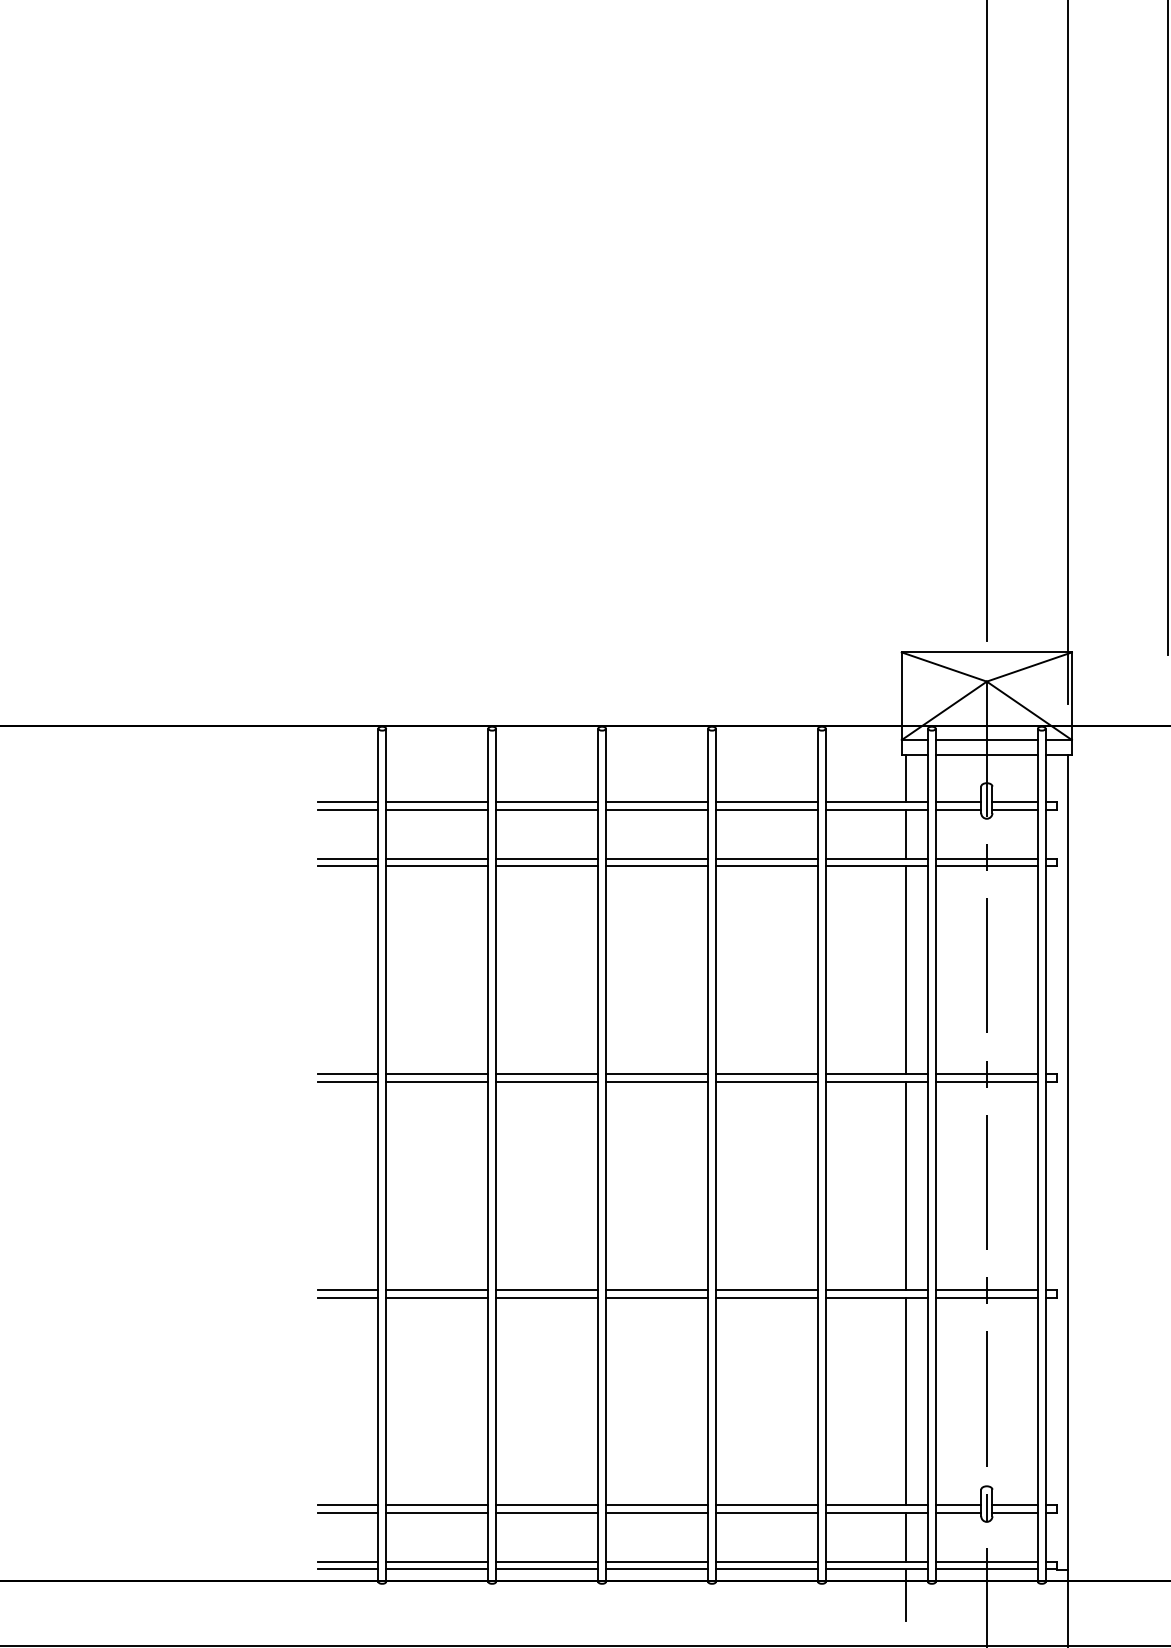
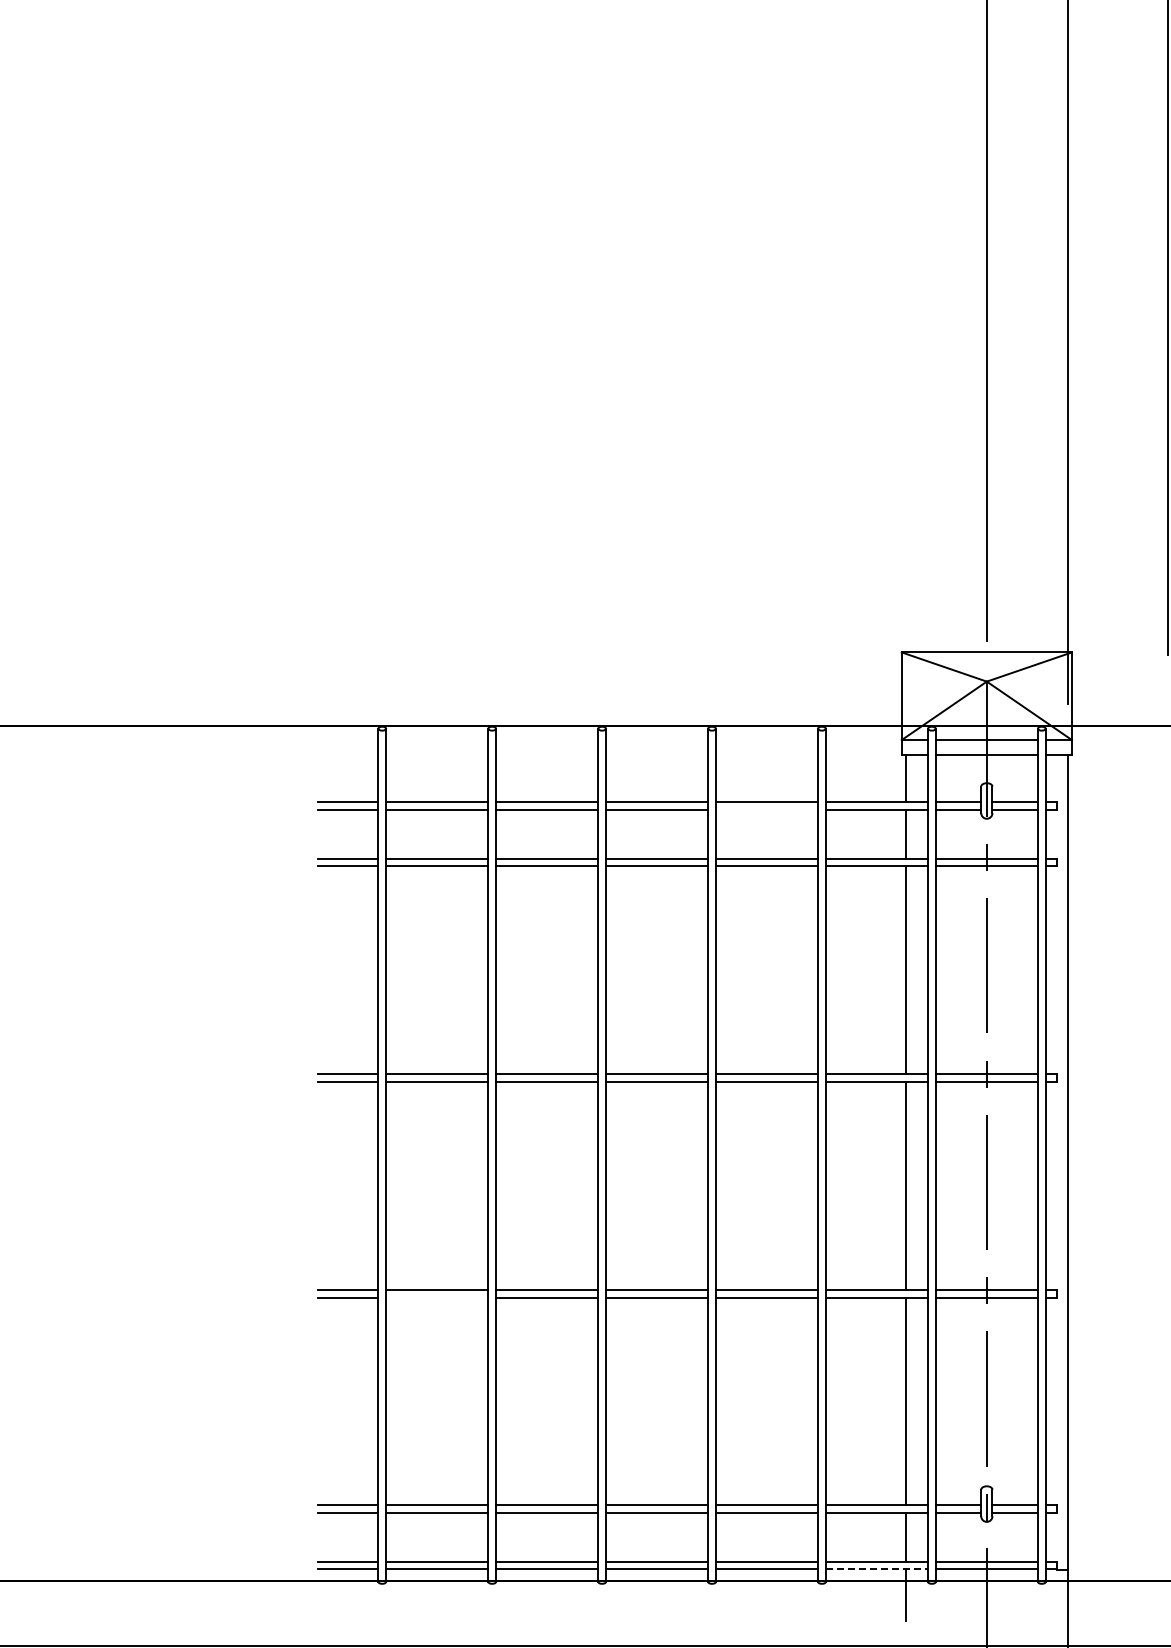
line at (766, 810): present -> none
line at (437, 1297): present -> none
line at (877, 1569): solid -> dashed
